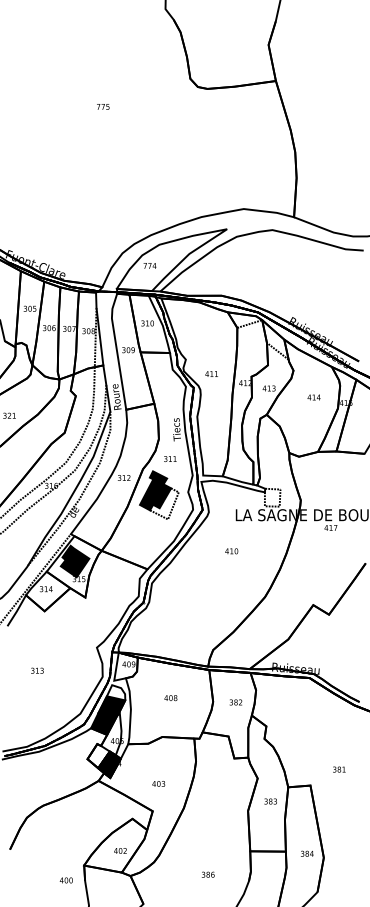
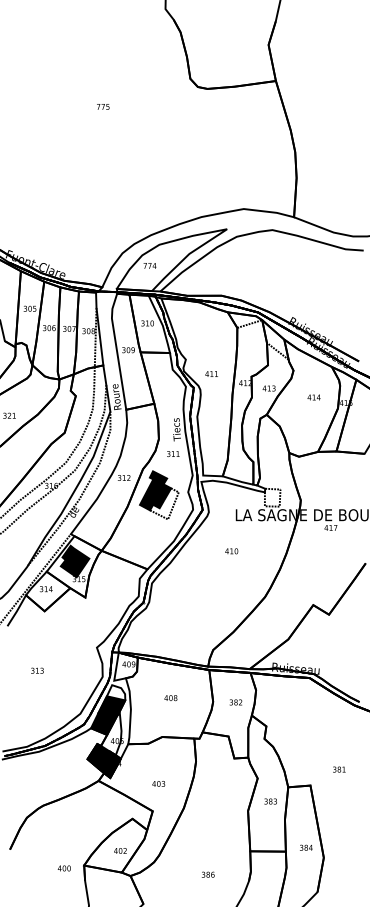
text at (170, 458) position: (170, 458) -> (173, 453)
fill at (98, 756): none -> present
text at (307, 853) position: (307, 853) -> (306, 847)
text at (65, 880) position: (65, 880) -> (63, 868)
